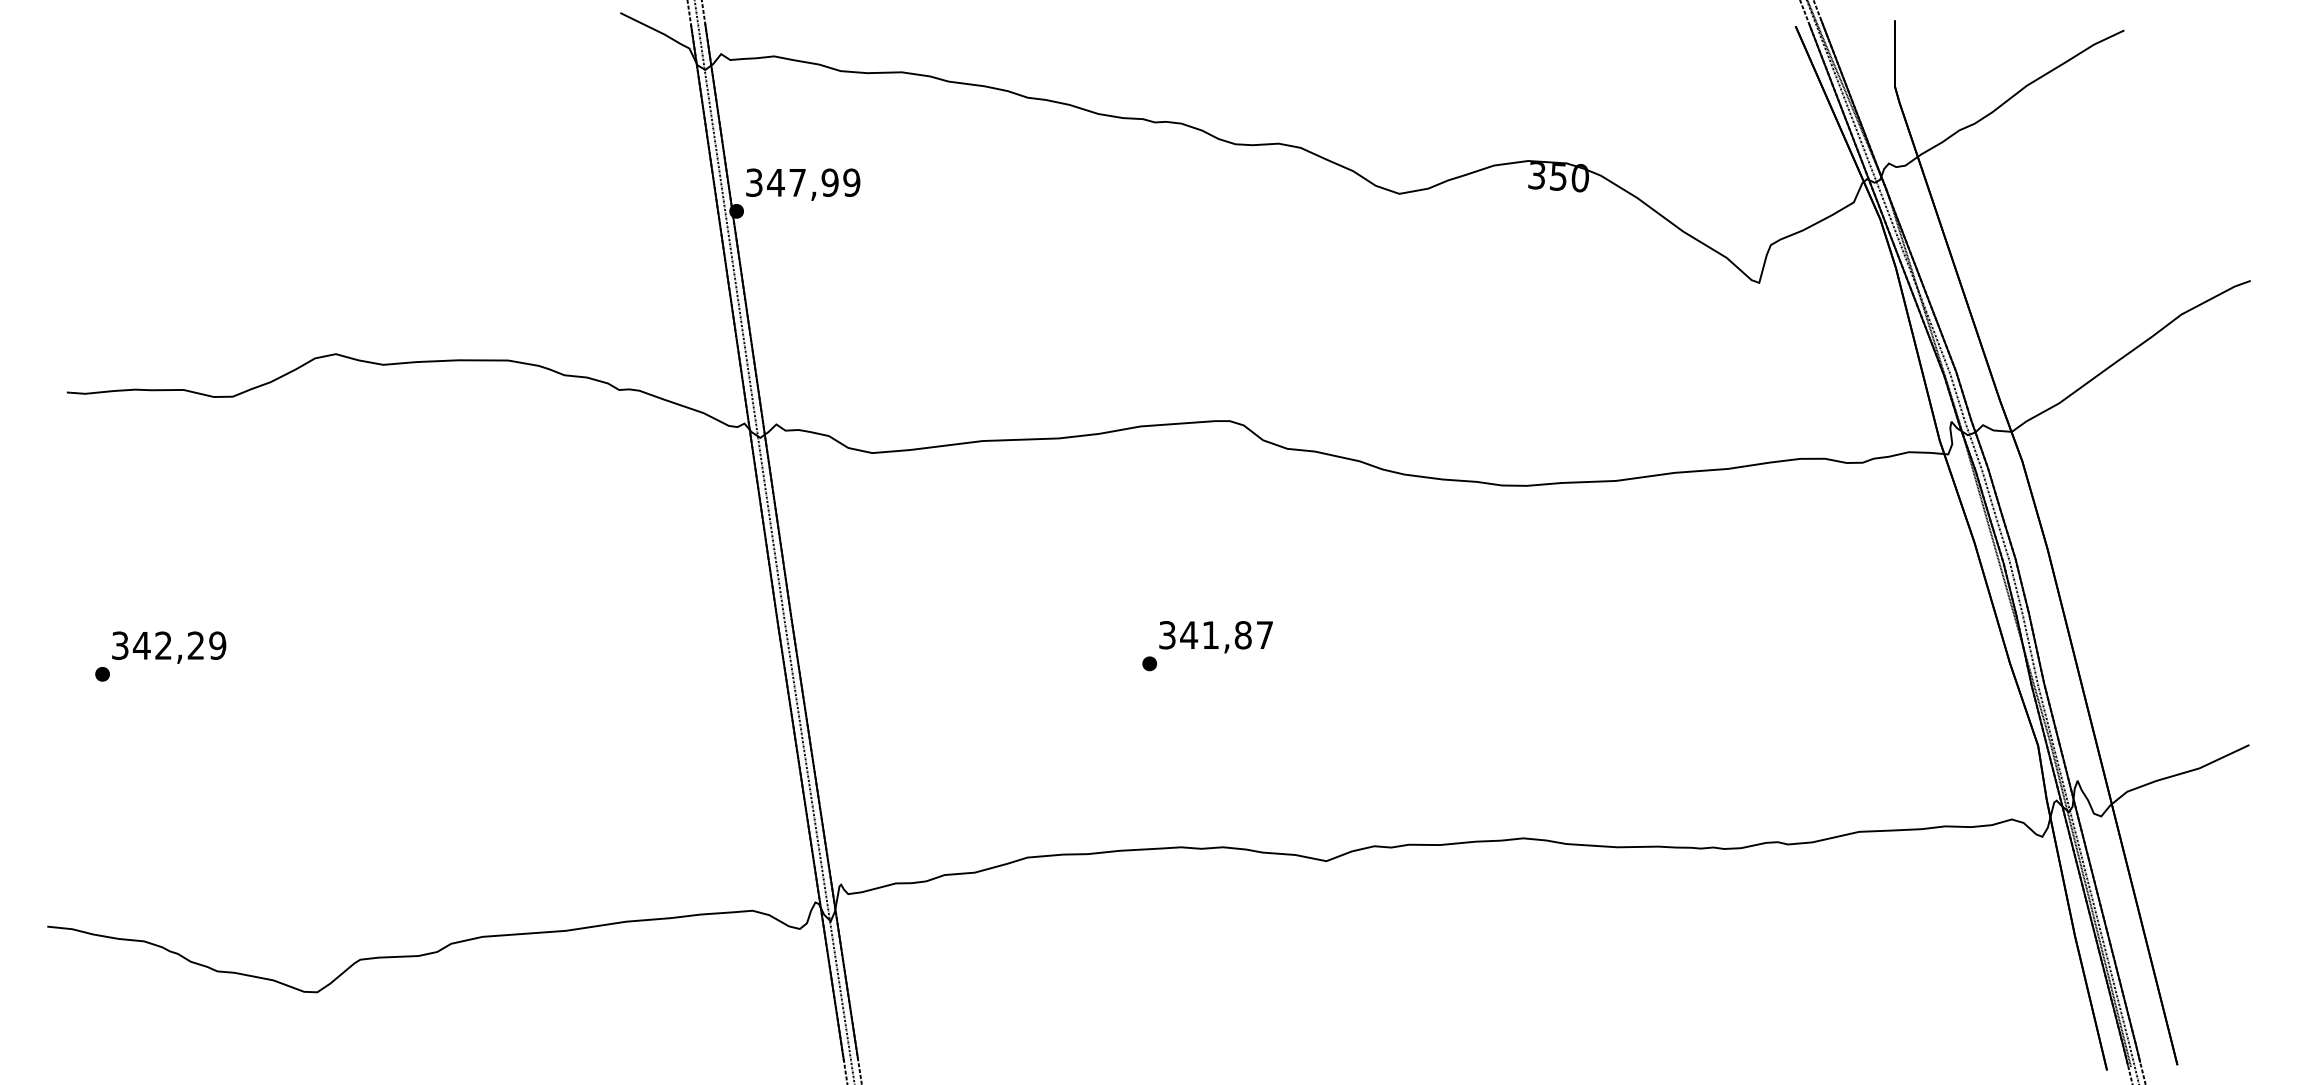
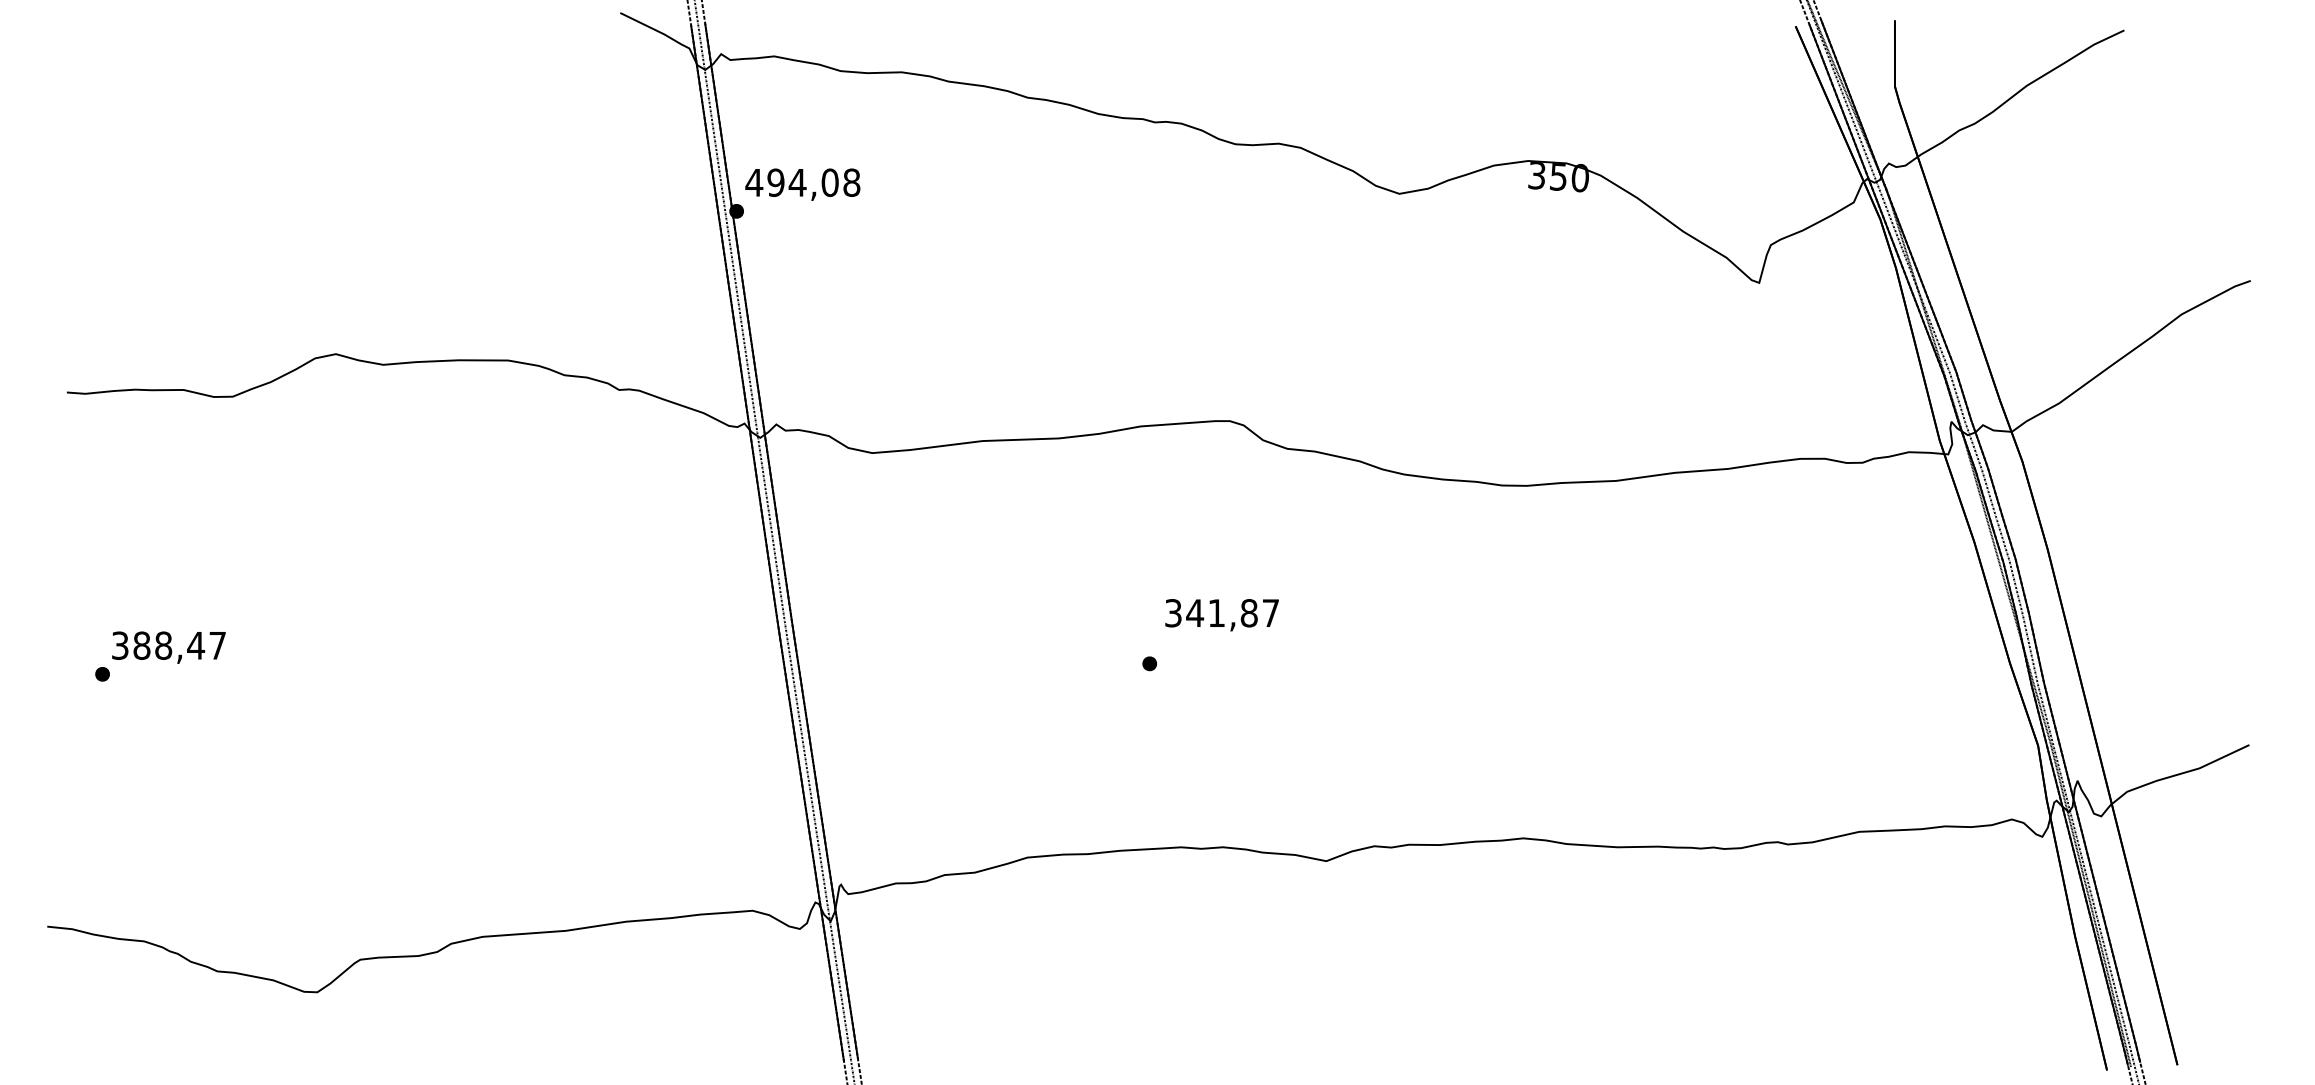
text at (802, 182): 347,99 -> 494,08
text at (1215, 637) position: (1215, 637) -> (1221, 615)
text at (179, 645): 342,29 -> 388,47
